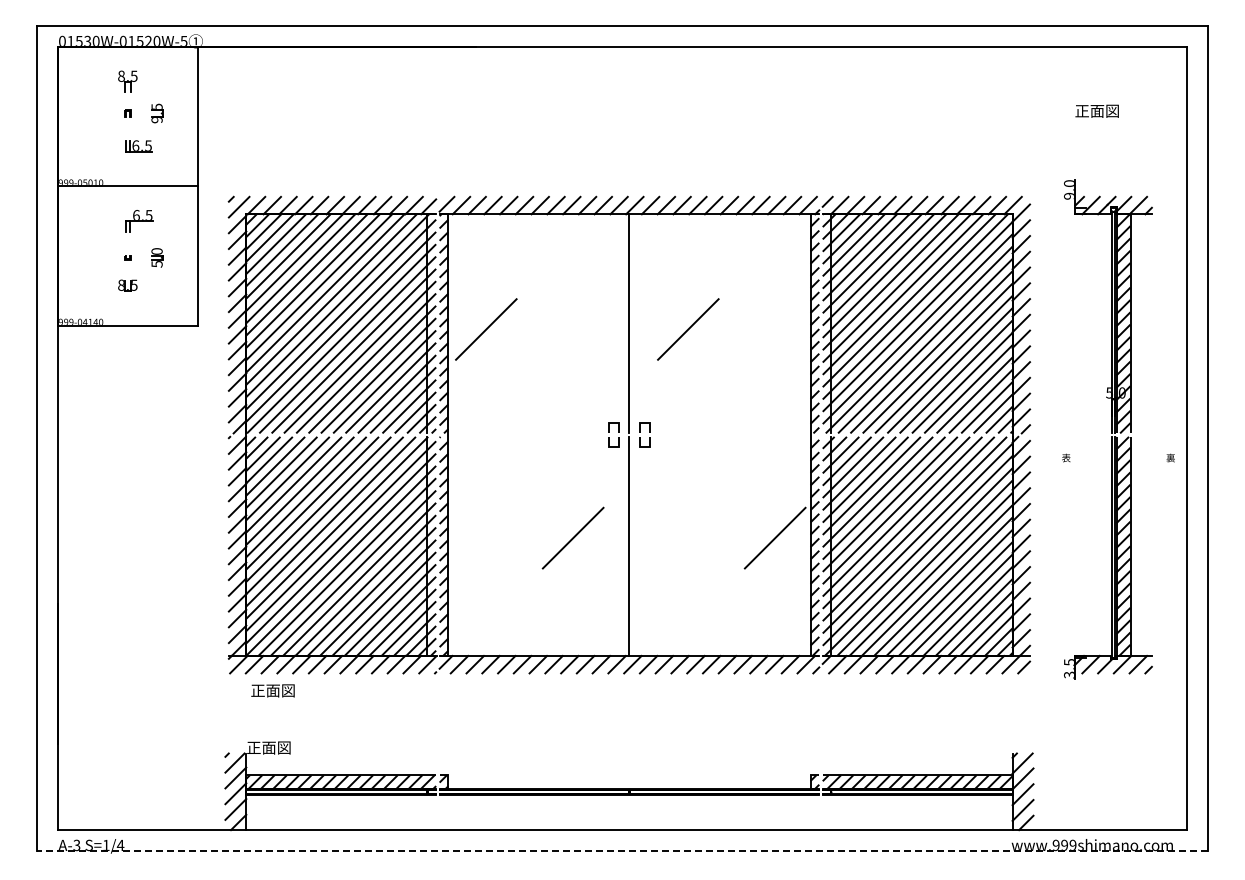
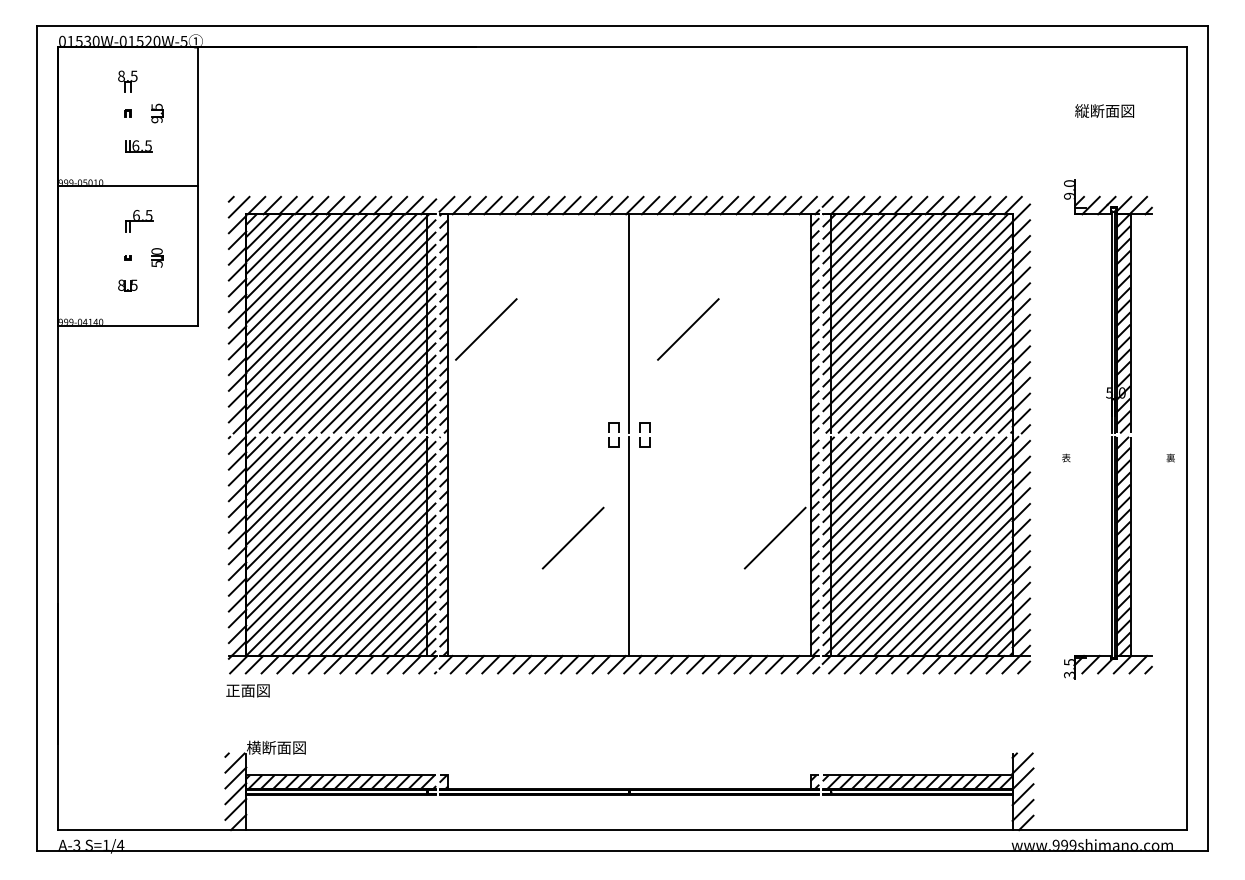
text at (1104, 110): 正面図 -> 縦断面図
text at (272, 690) position: (272, 690) -> (247, 690)
text at (276, 747): 正面図 -> 横断面図
line at (622, 851): dashed -> solid
